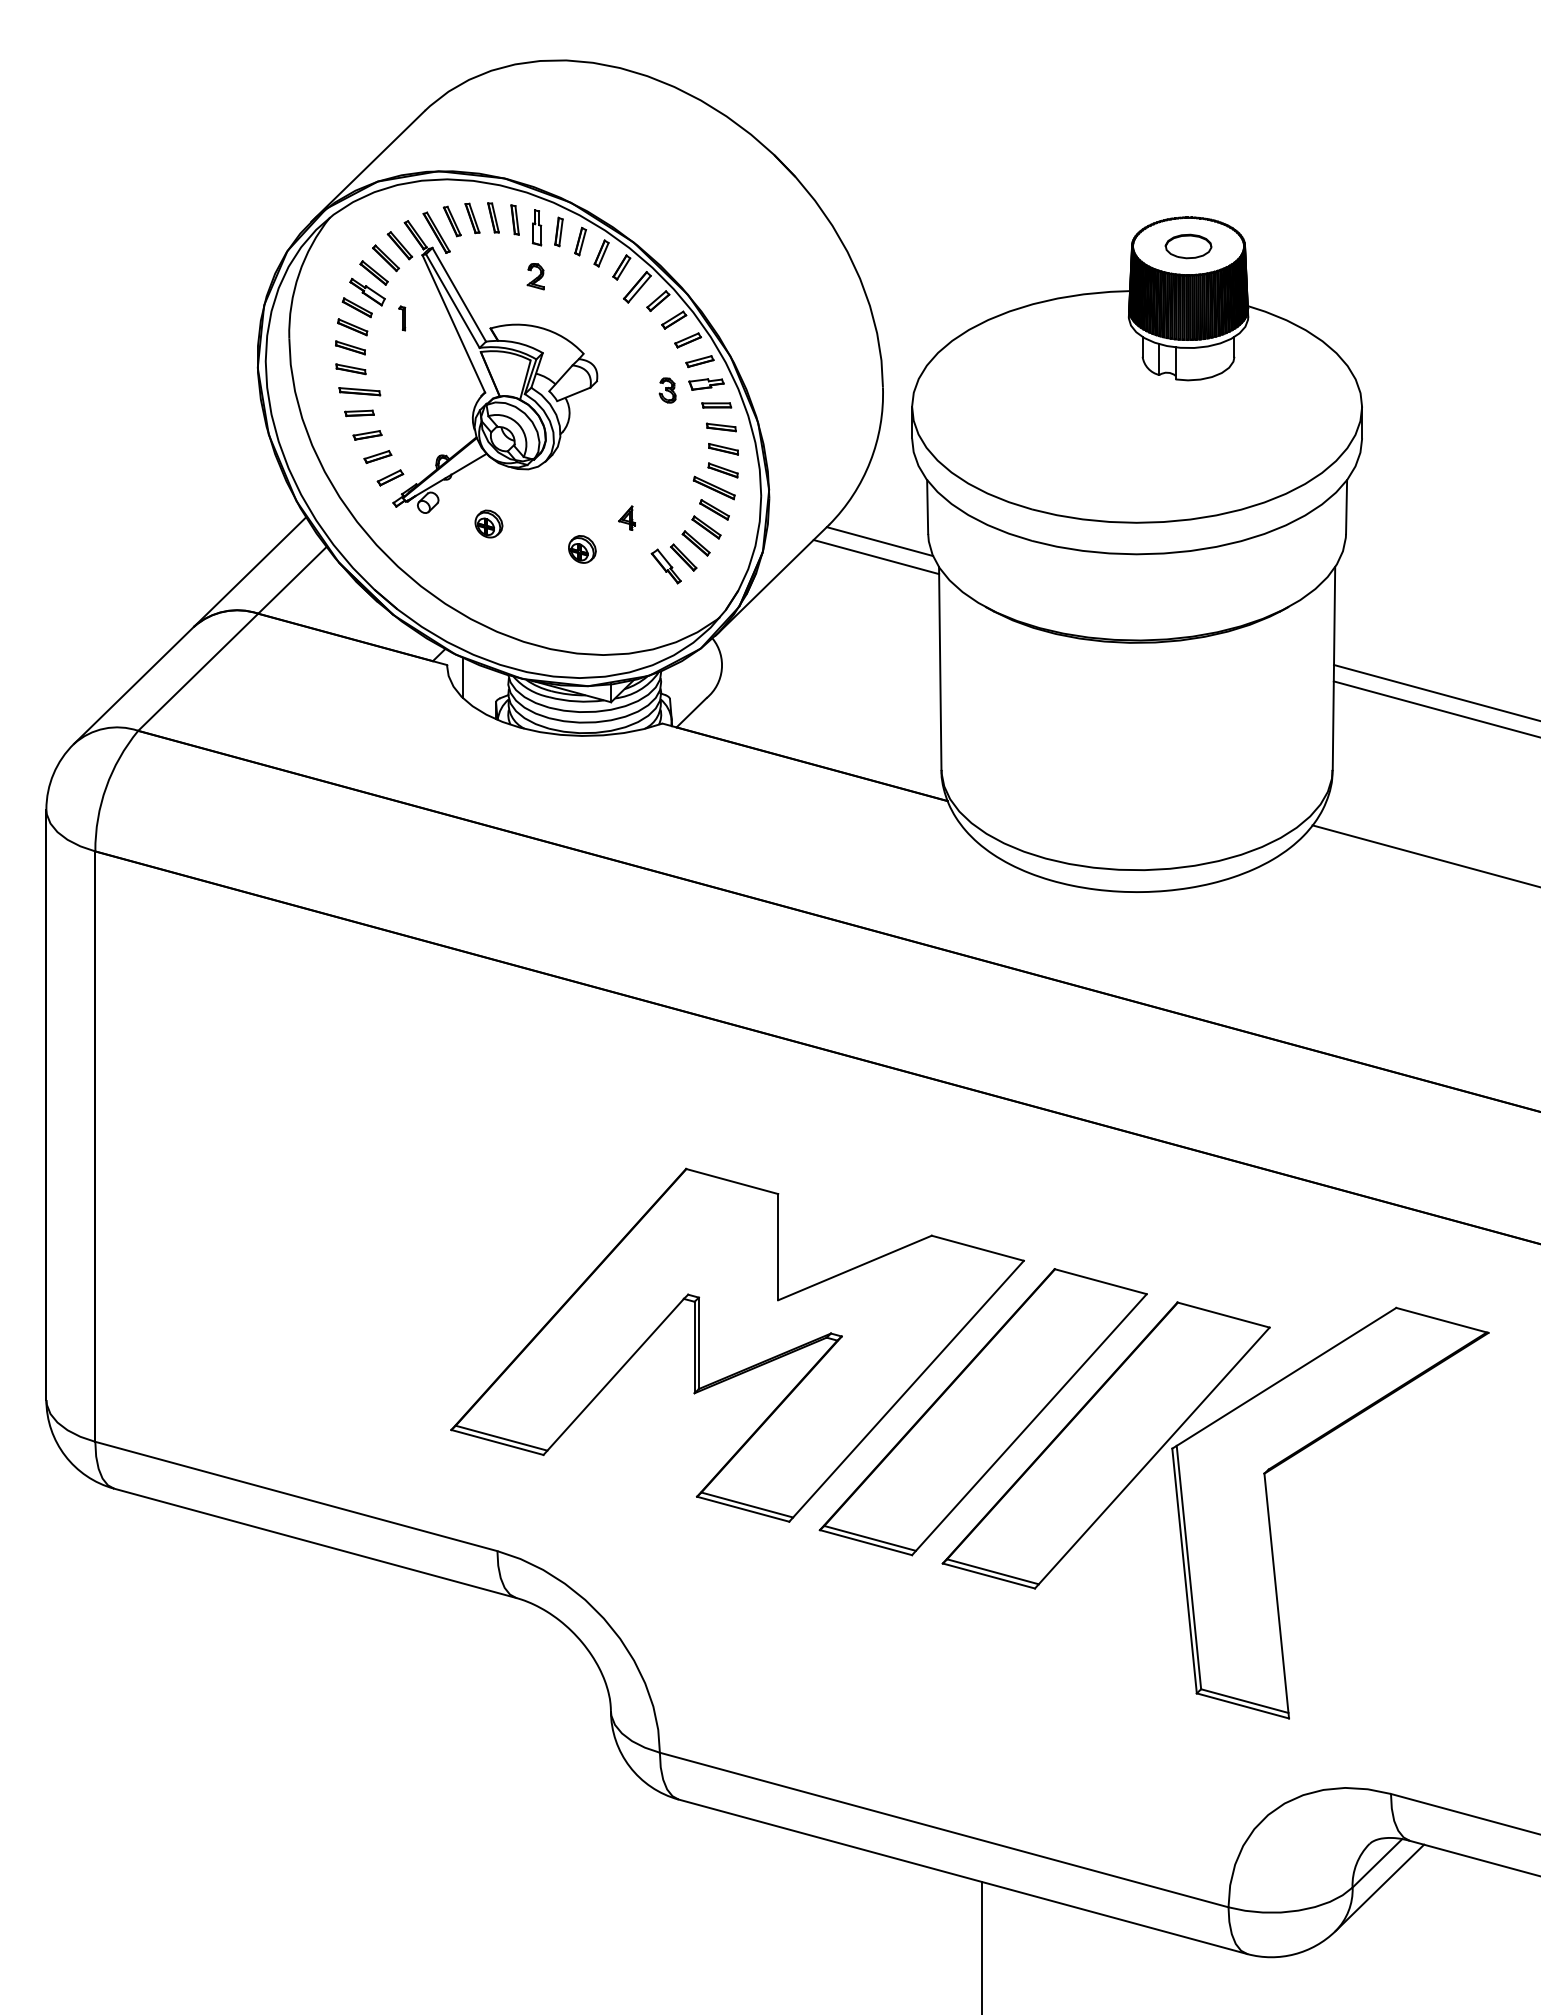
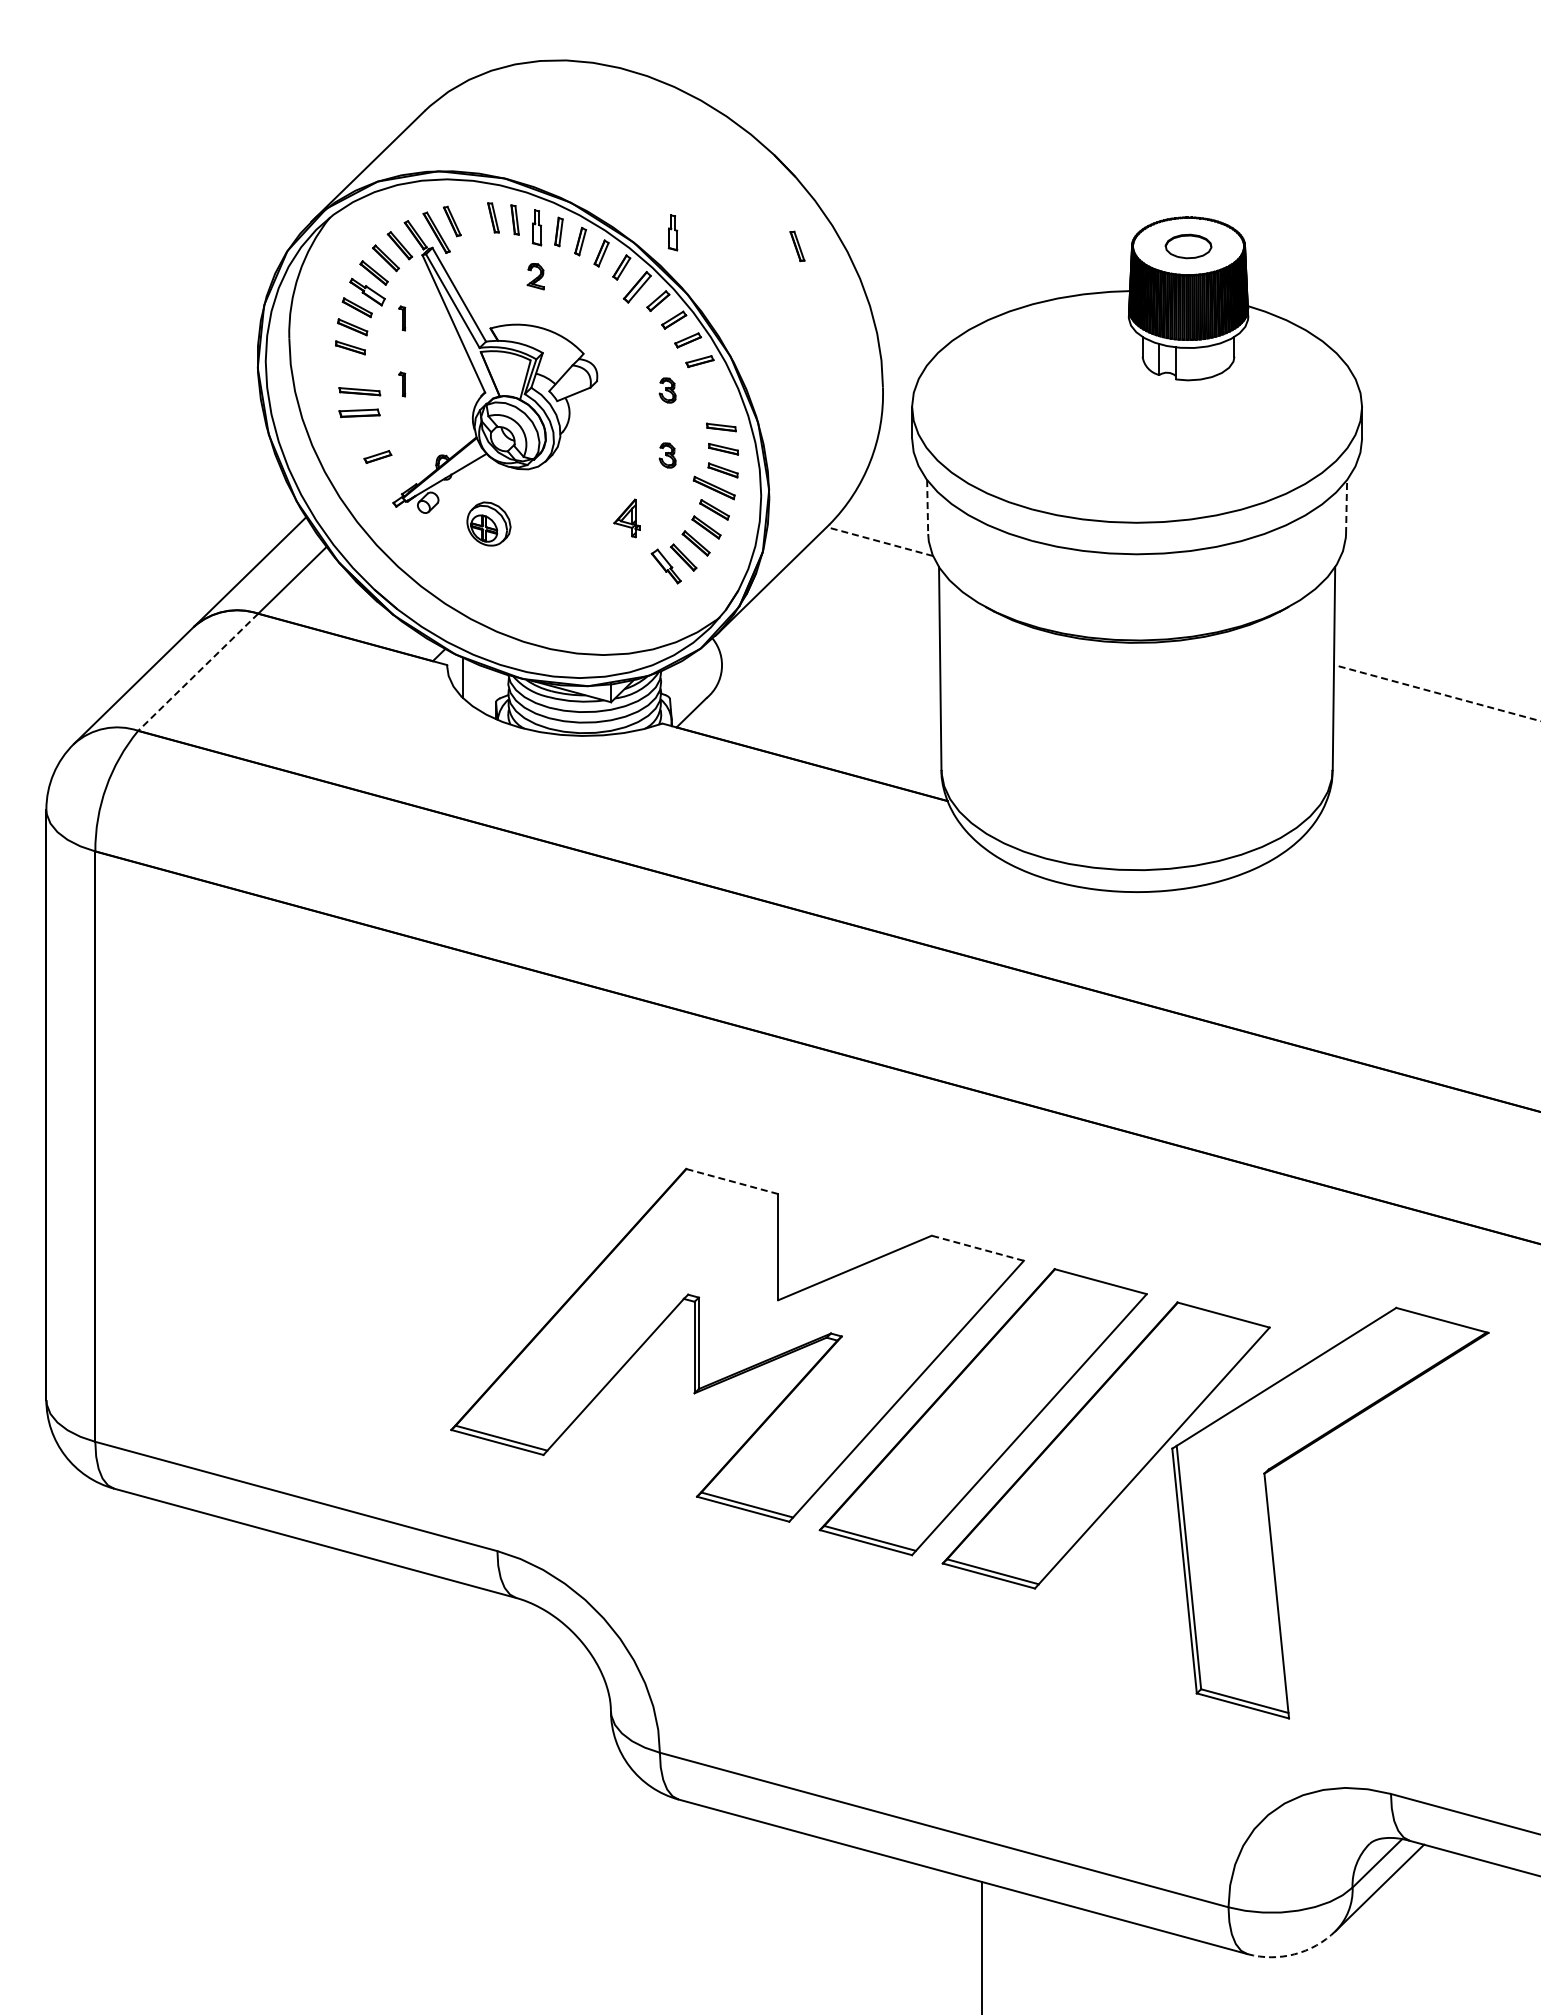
part at (472, 218) position: (472, 218) -> (797, 246)
part at (672, 232): none -> present
part at (350, 369): present -> none
part at (402, 384): none -> present
part at (706, 384): present -> none
part at (716, 405): present -> none
part at (359, 413) size: 31x9 px -> 43x11 px
part at (367, 435): present -> none
part at (667, 455): none -> present
part at (390, 477): present -> none
line at (927, 507): solid -> dashed
line at (1346, 507): solid -> dashed
part at (626, 517) size: 18x26 px -> 28x41 px
part at (488, 523) size: 30x30 px -> 46x46 px
line at (879, 541): solid -> dashed
part at (582, 549): present -> none
line at (876, 557): present -> none
line at (198, 672): solid -> dashed
line at (1437, 693): solid -> dashed
line at (1435, 708): present -> none
line at (1424, 855): present -> none
line at (732, 1181): solid -> dashed
line at (977, 1248): solid -> dashed
arc at (1294, 1954): solid -> dashed
